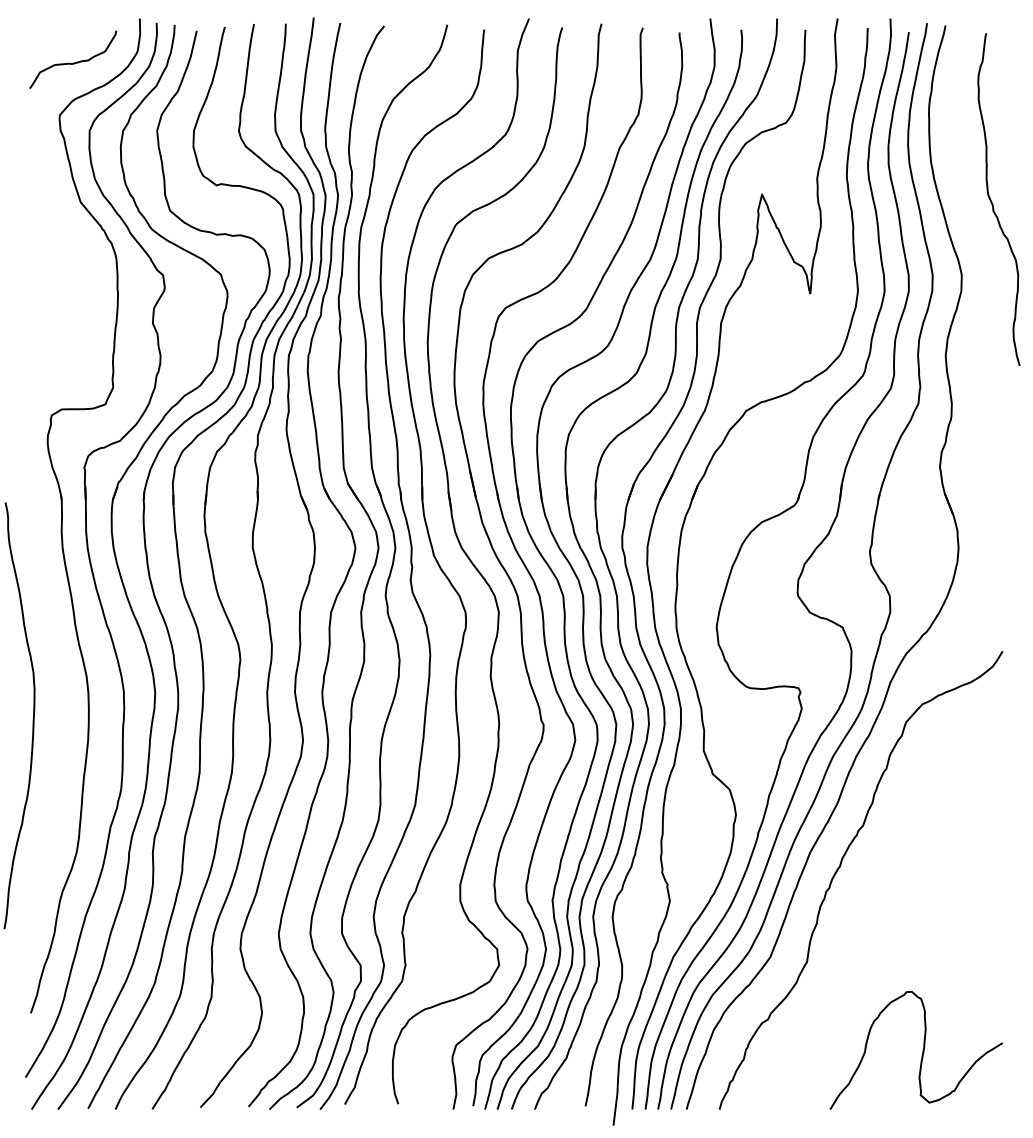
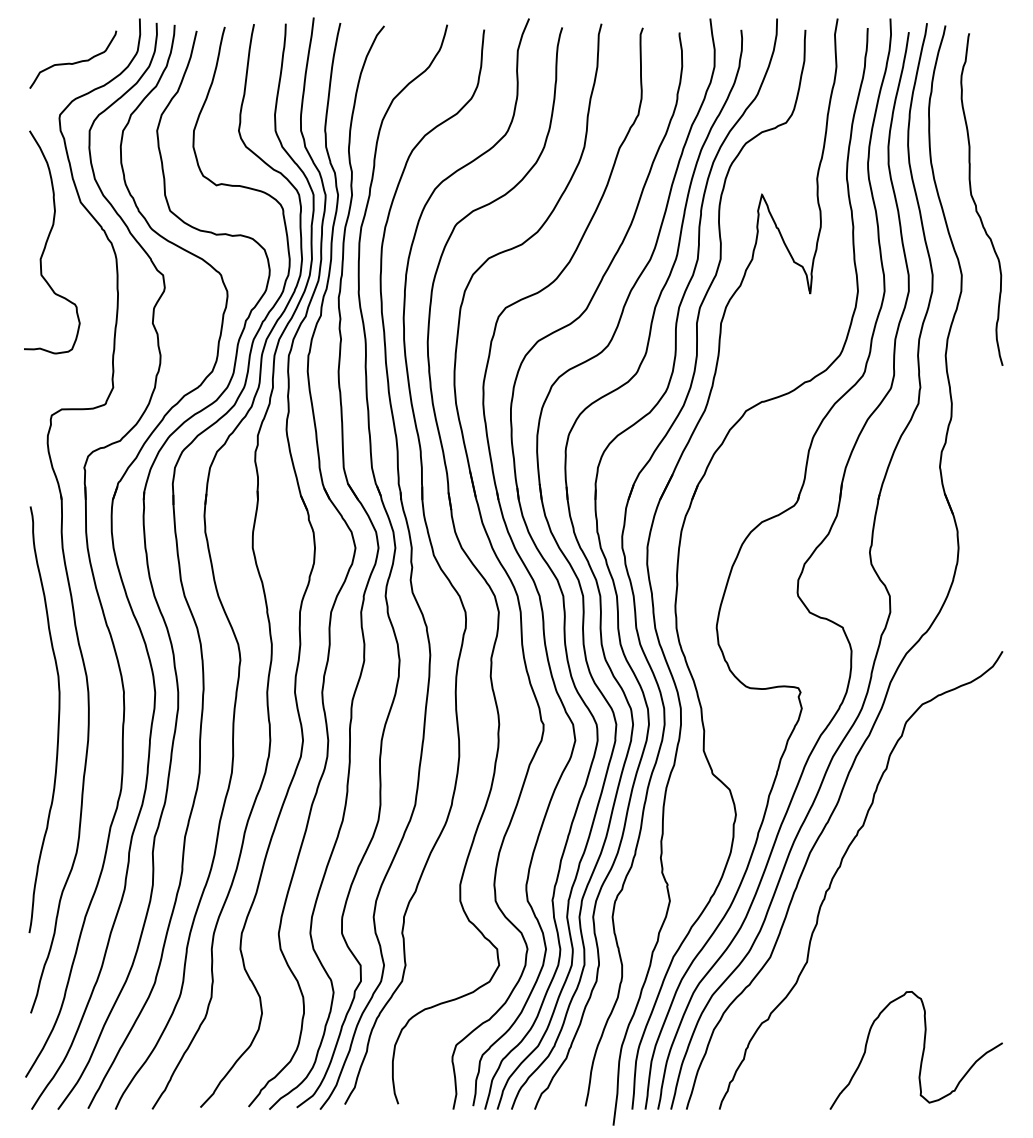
curve at (992, 201) position: (992, 201) -> (975, 201)
curve at (48, 240): none -> present
curve at (32, 718) position: (32, 718) -> (57, 722)
